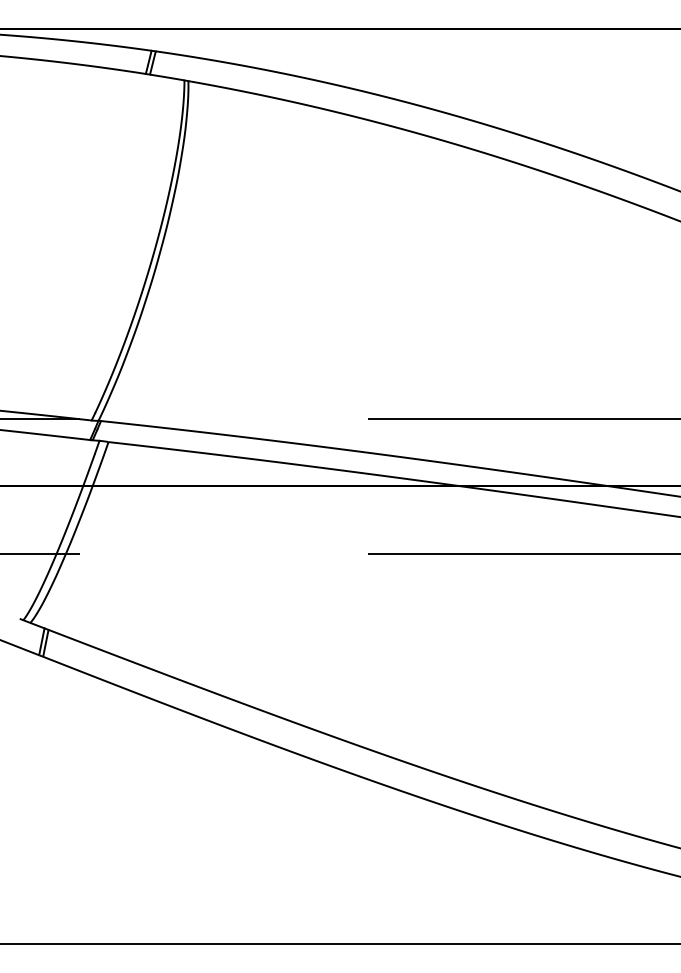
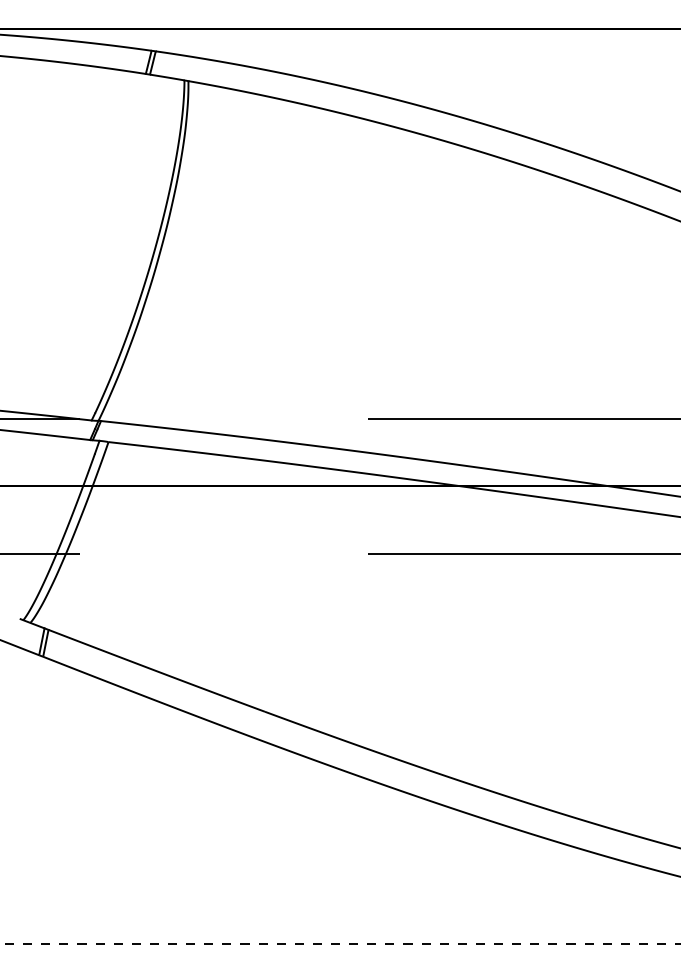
line at (340, 943): solid -> dashed
